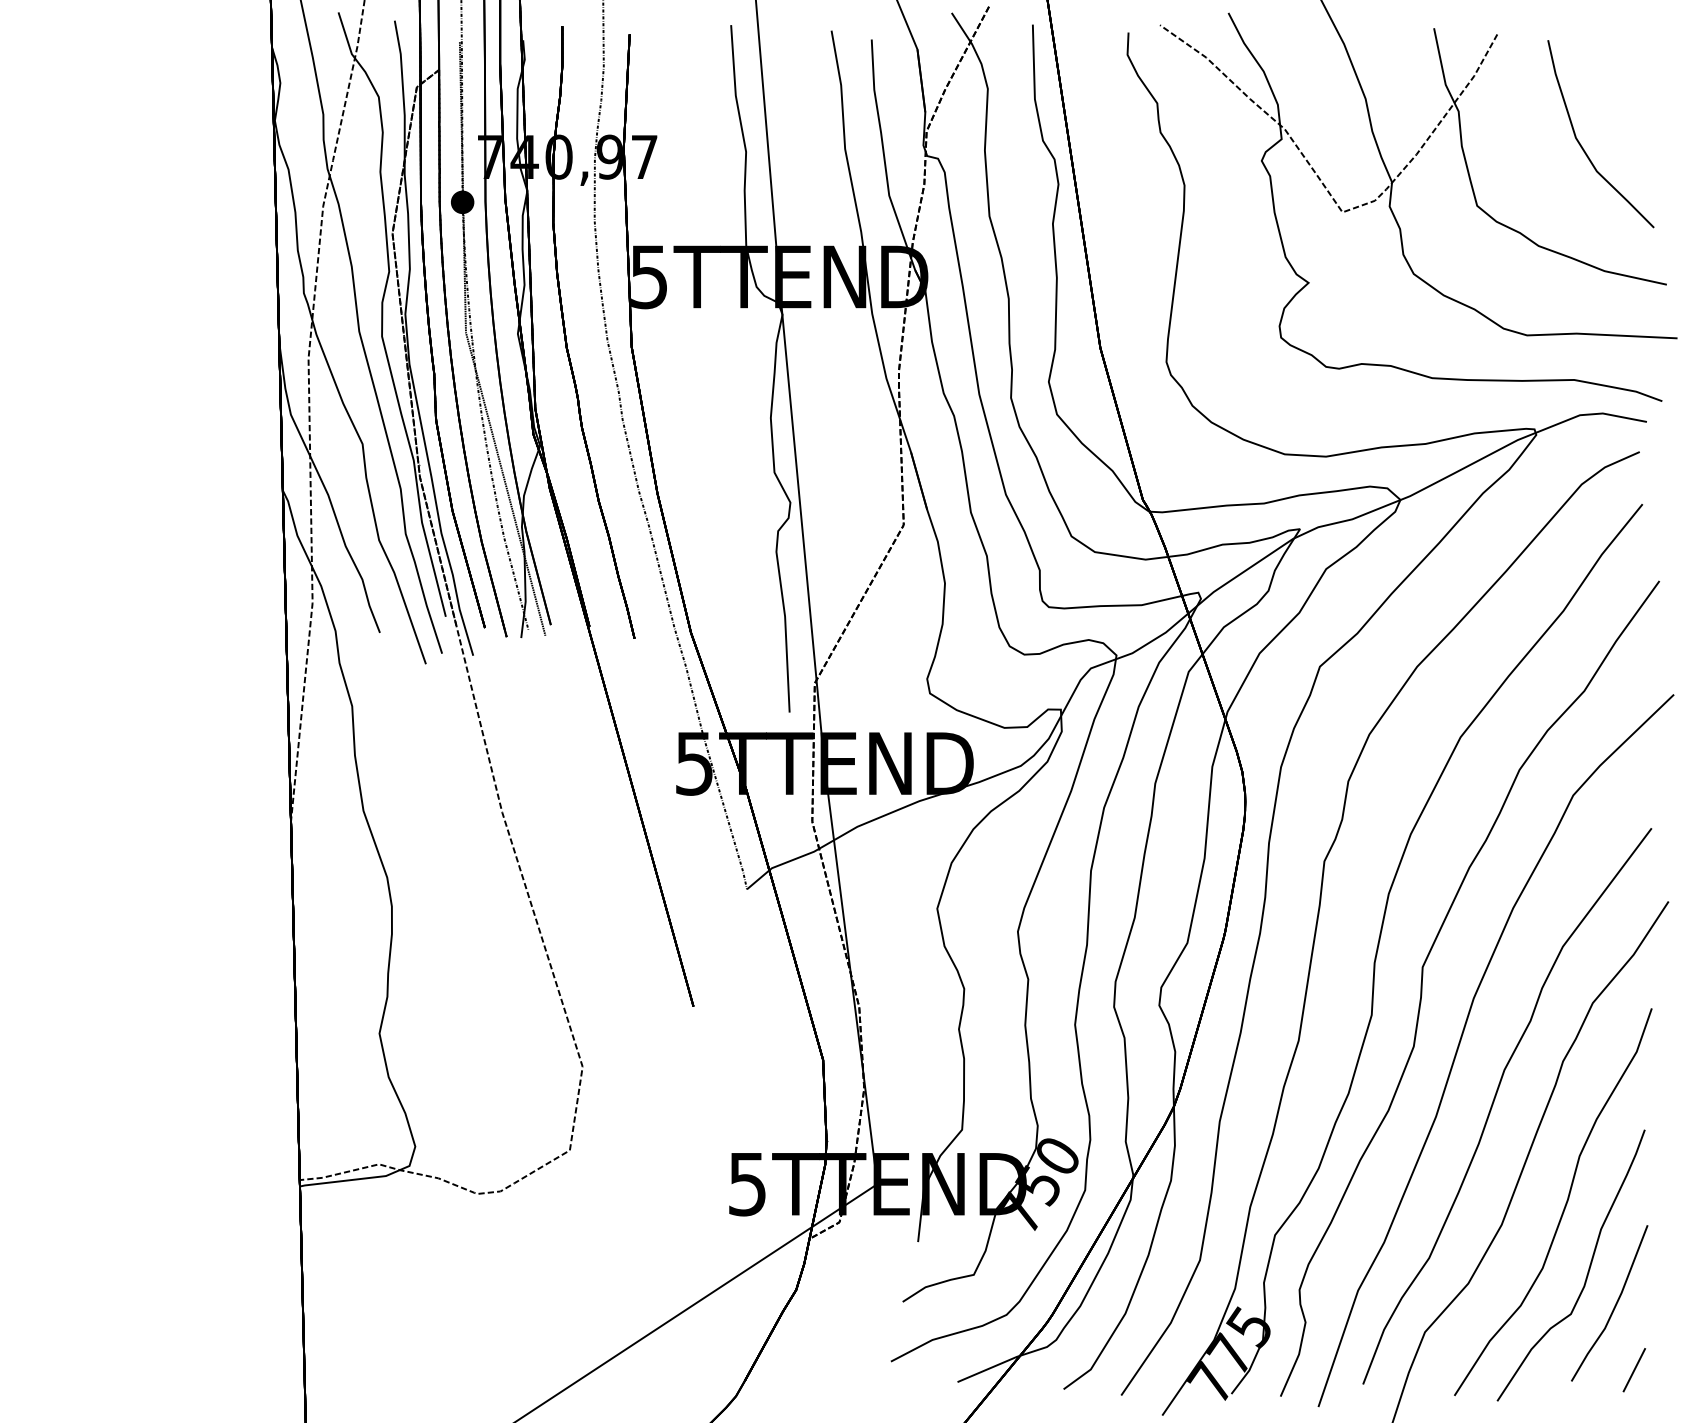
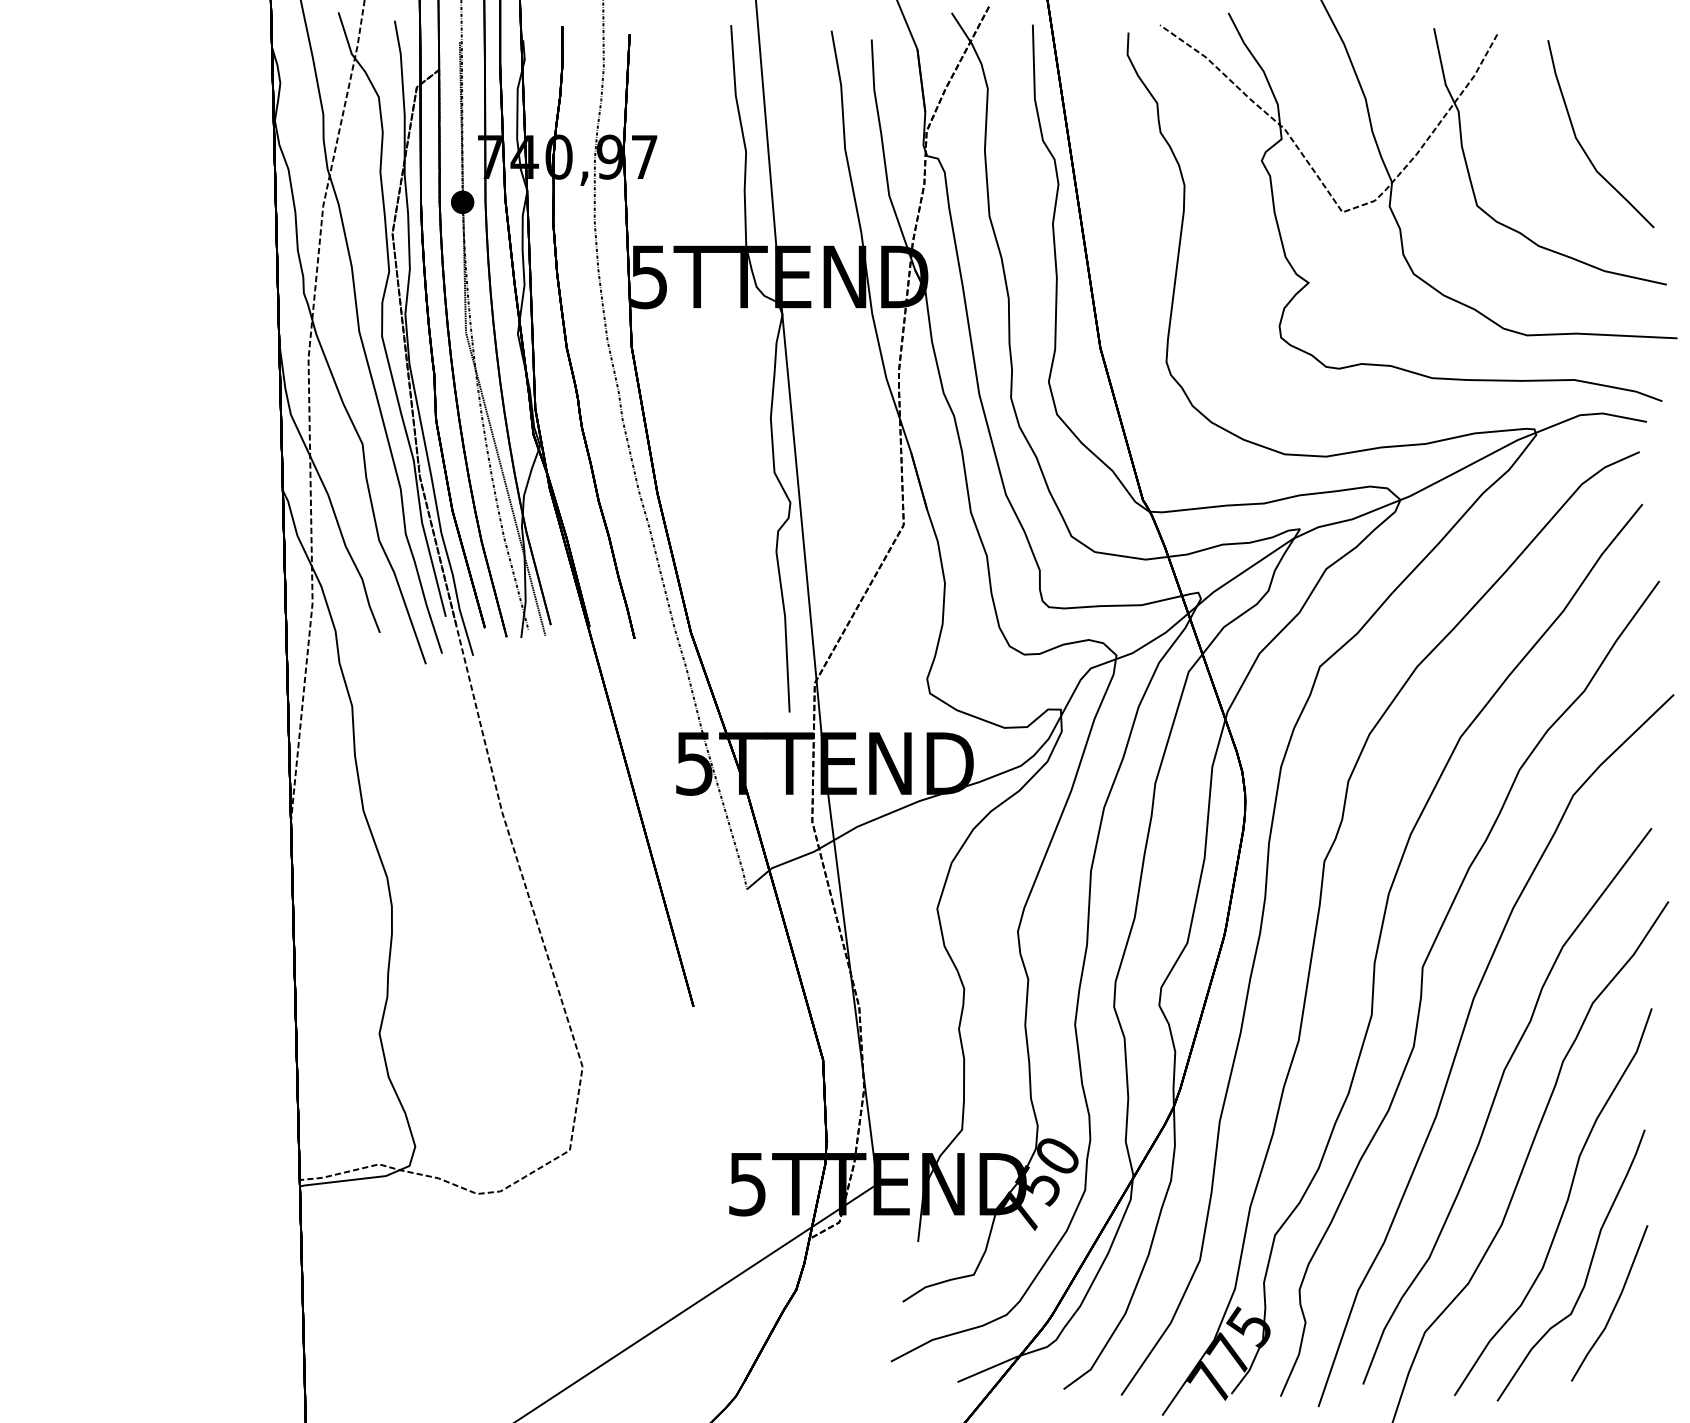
line at (1633, 1370): present -> none
